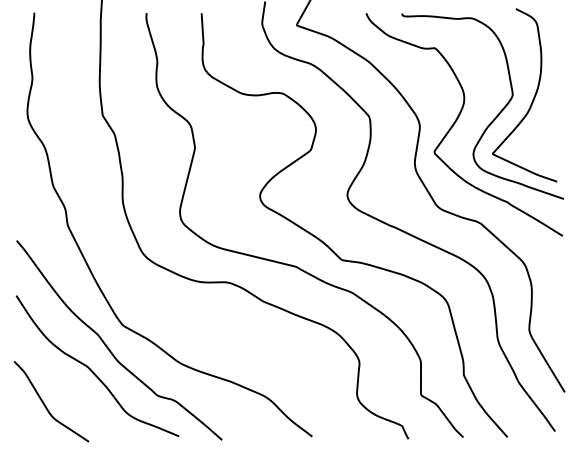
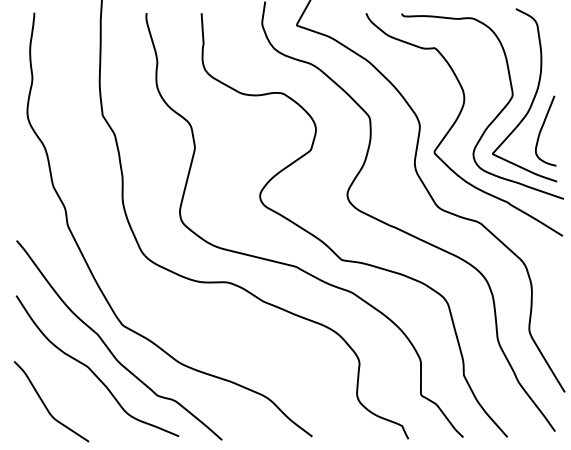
curve at (542, 129): none -> present
